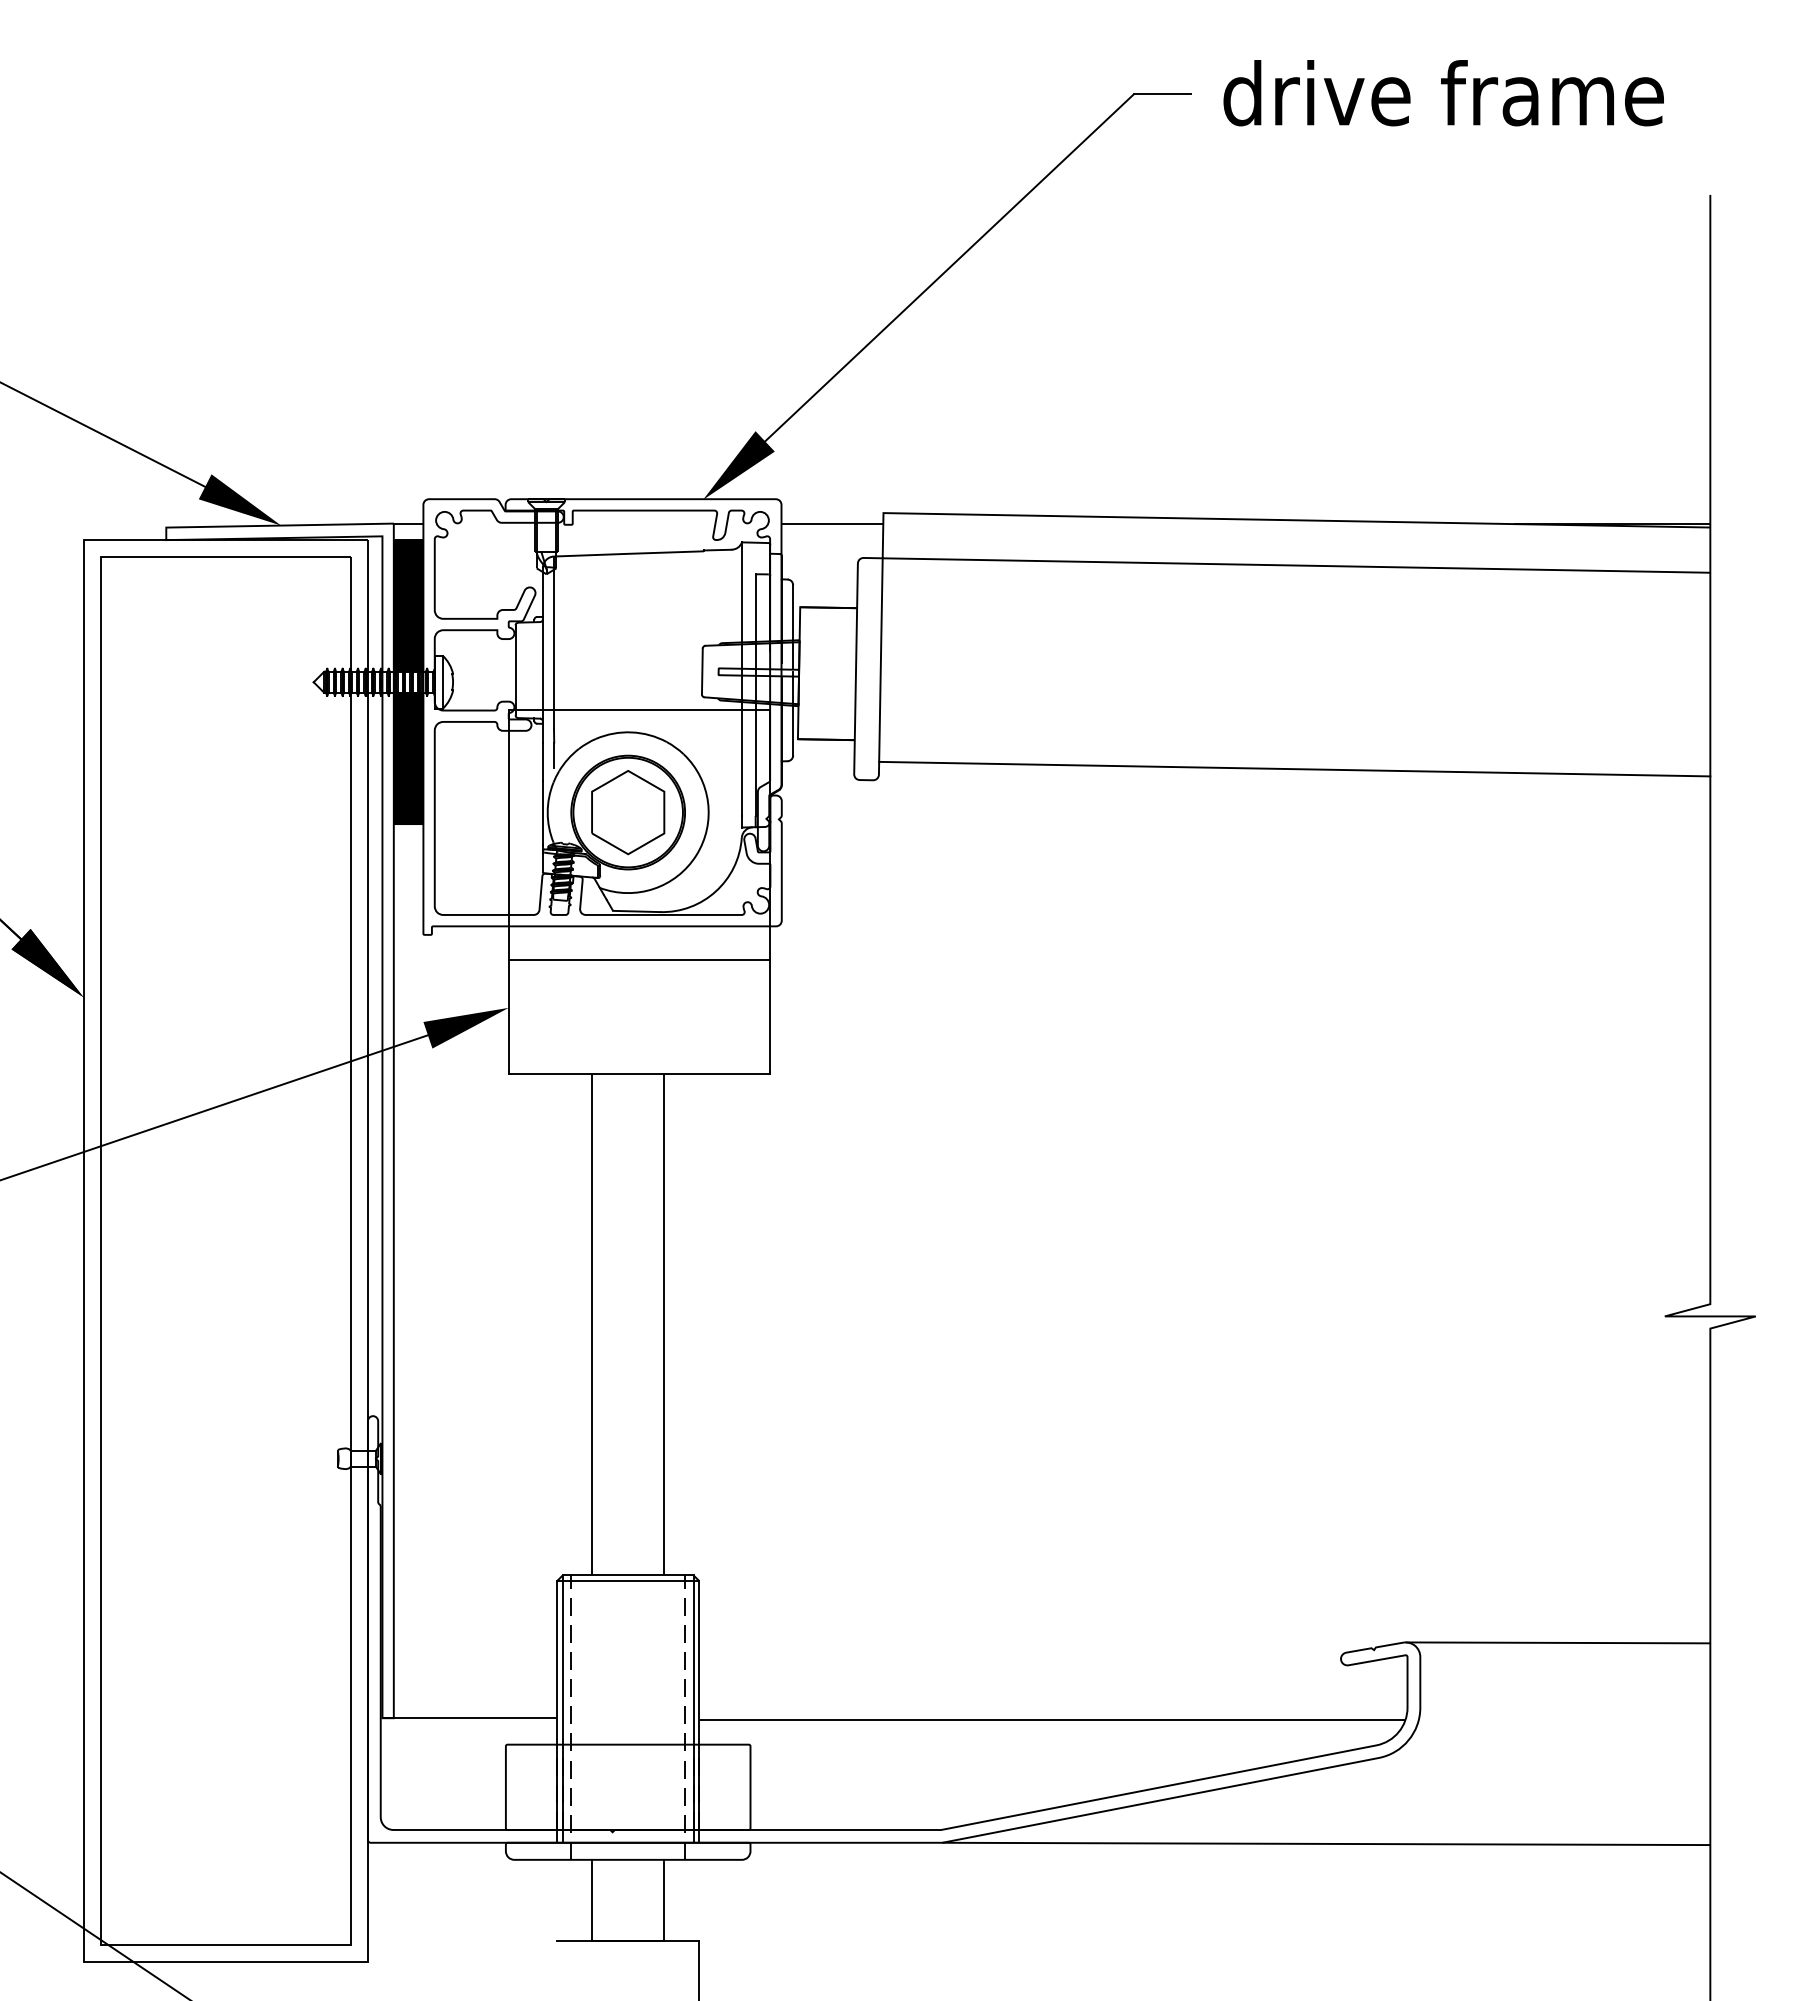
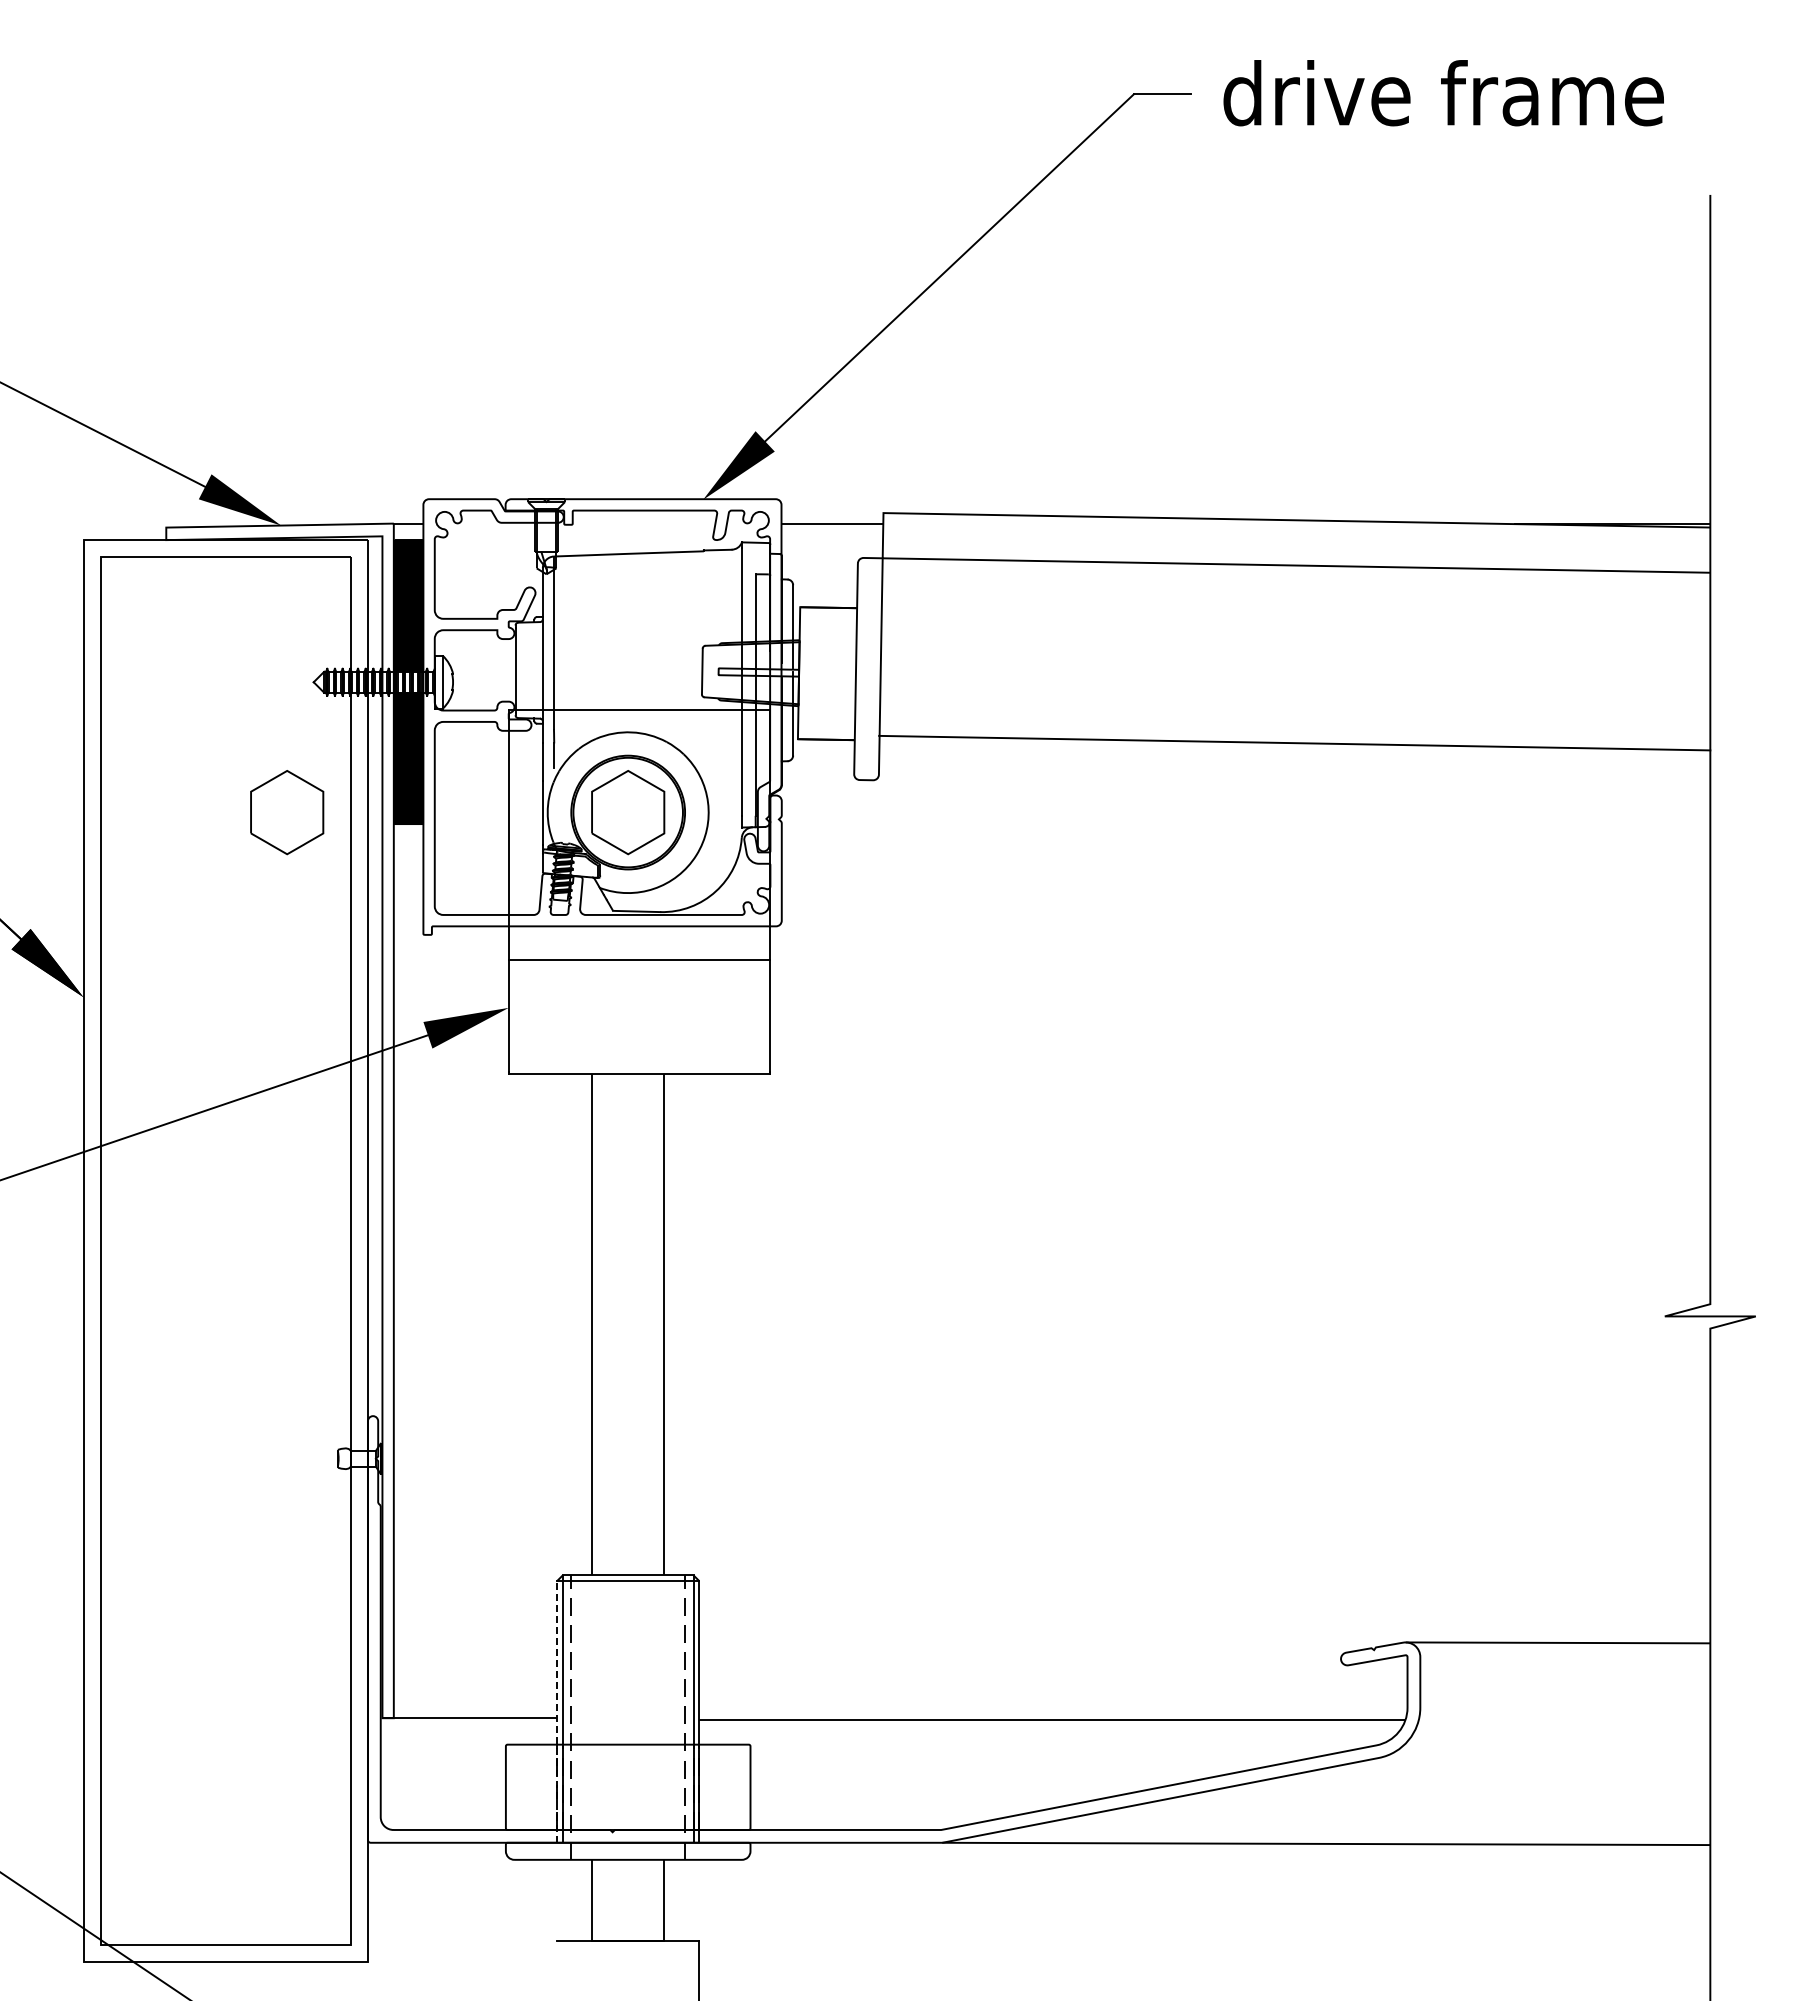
line at (1294, 768) position: (1294, 768) -> (1294, 742)
part at (287, 812): none -> present
line at (557, 1711): solid -> dashed
